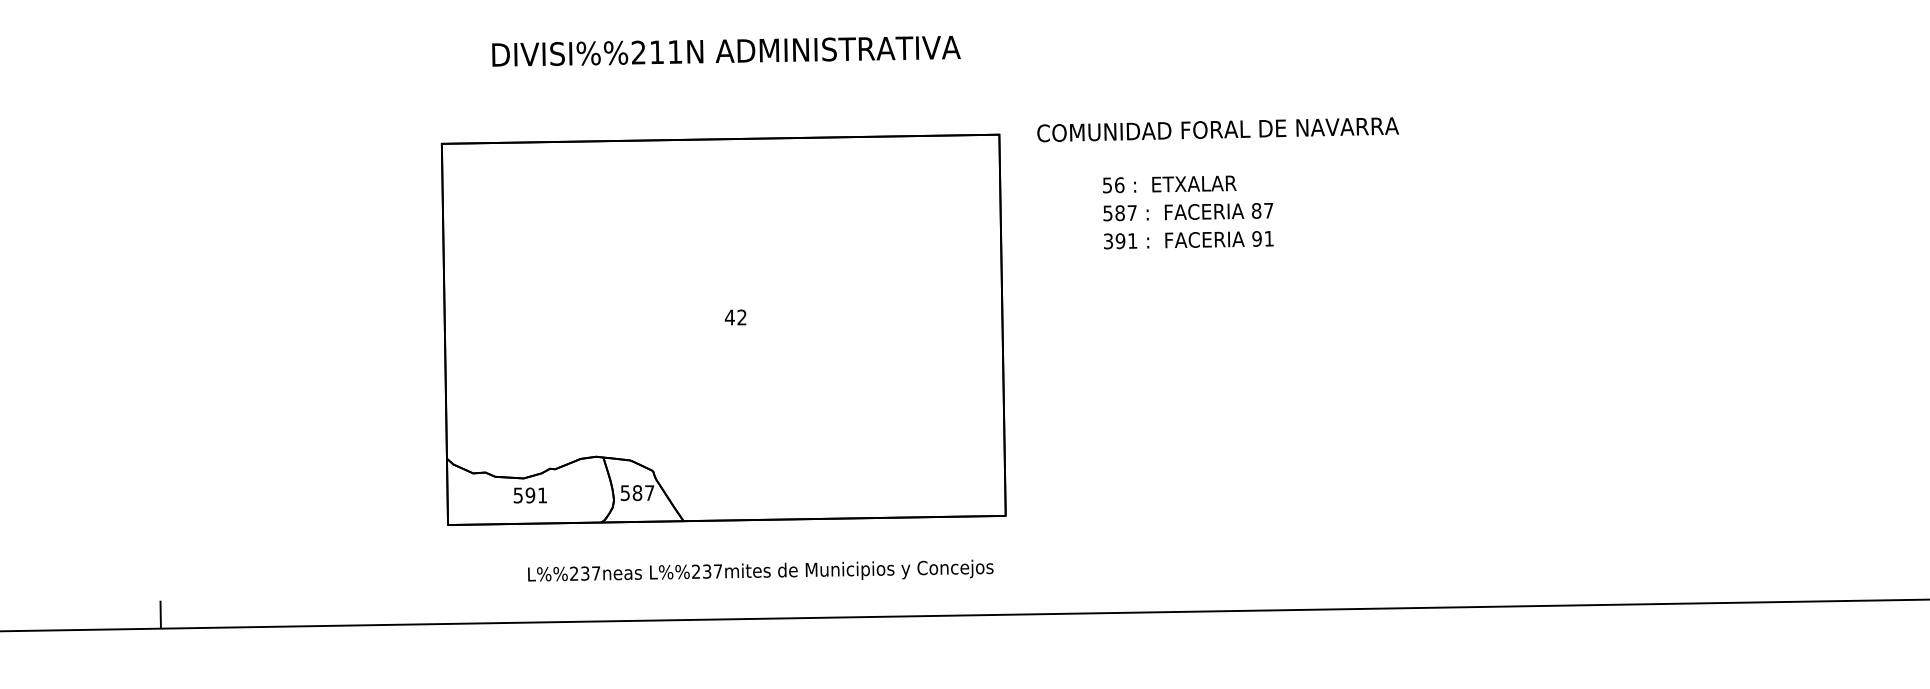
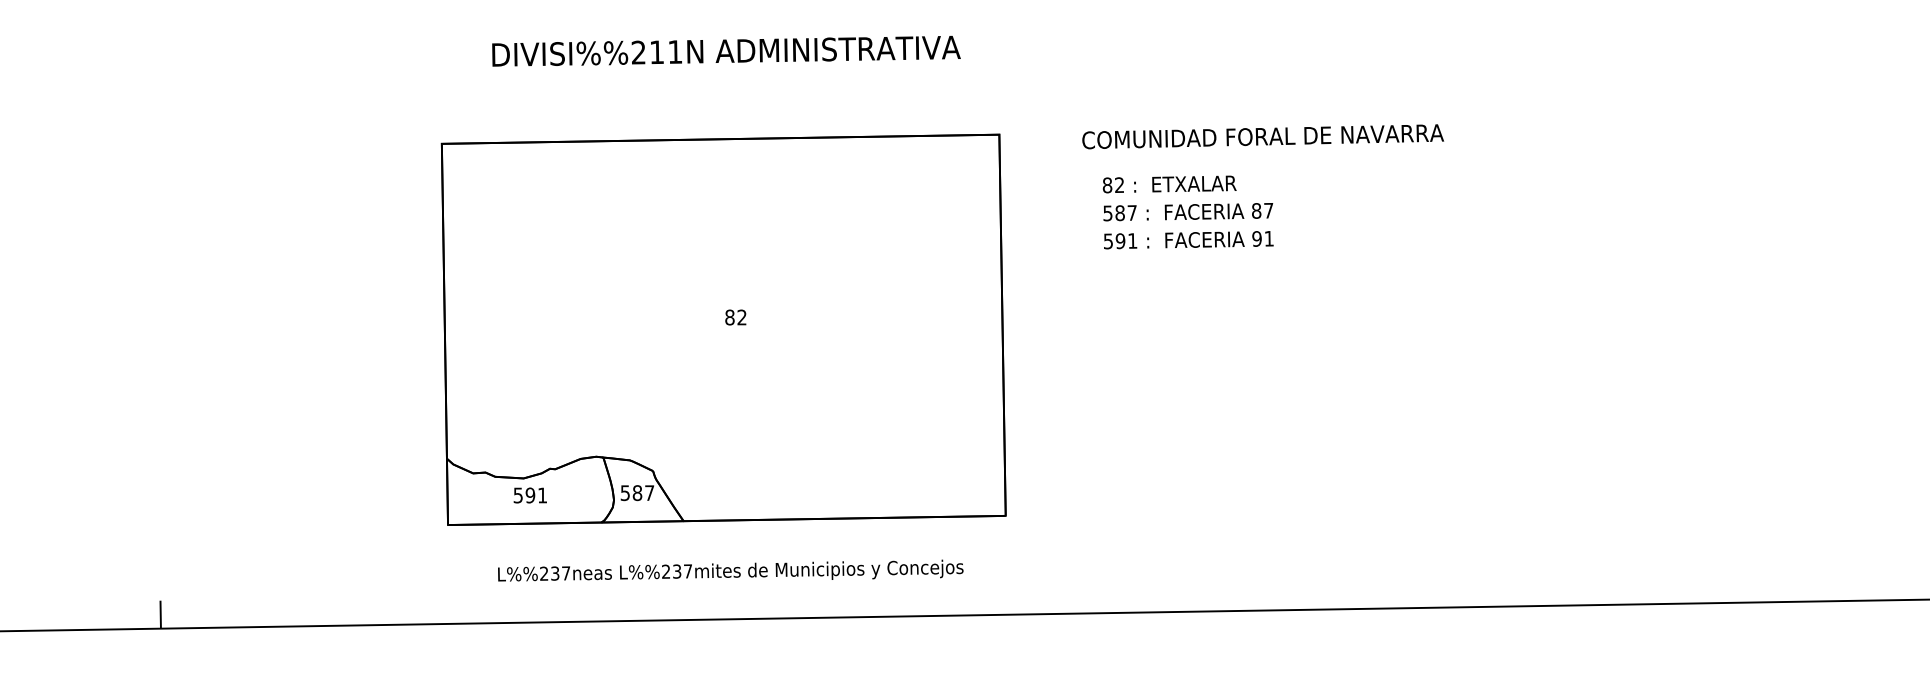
text at (1218, 129) position: (1218, 129) -> (1263, 136)
text at (1113, 185): 56 -> 82
text at (1108, 240): 391 -> 591
text at (729, 317): 42 -> 82
text at (760, 570) position: (760, 570) -> (730, 570)
